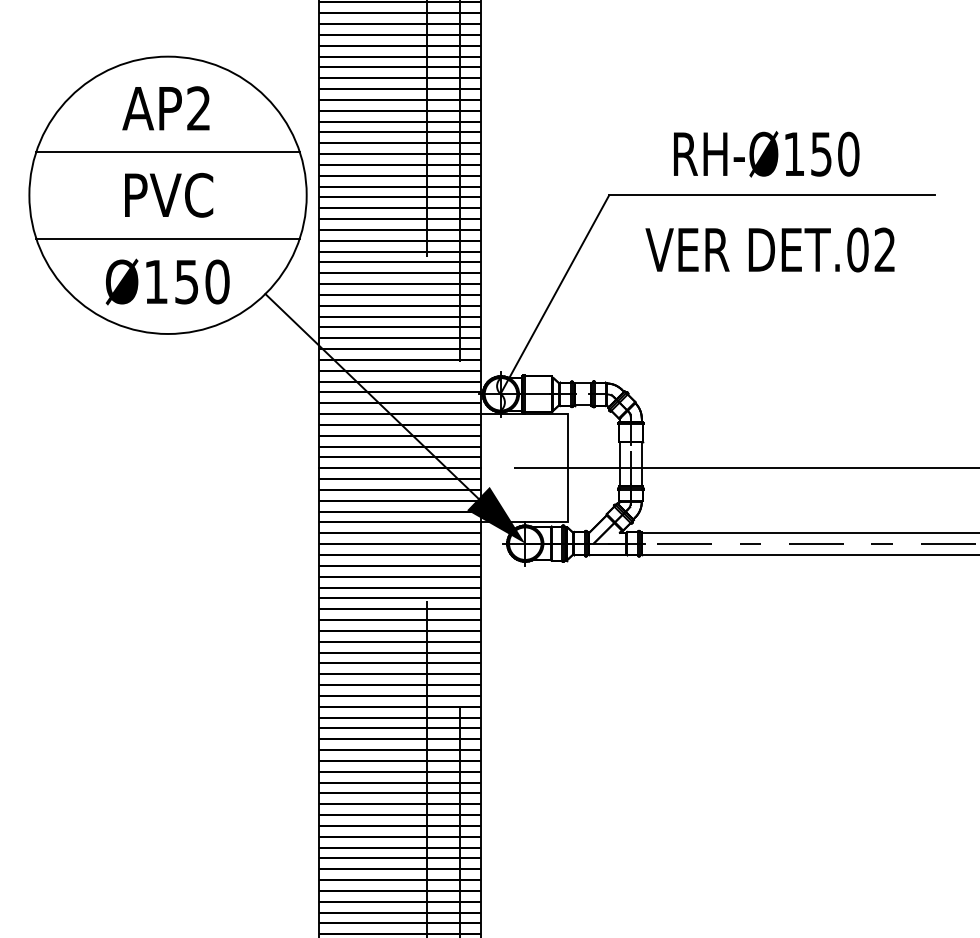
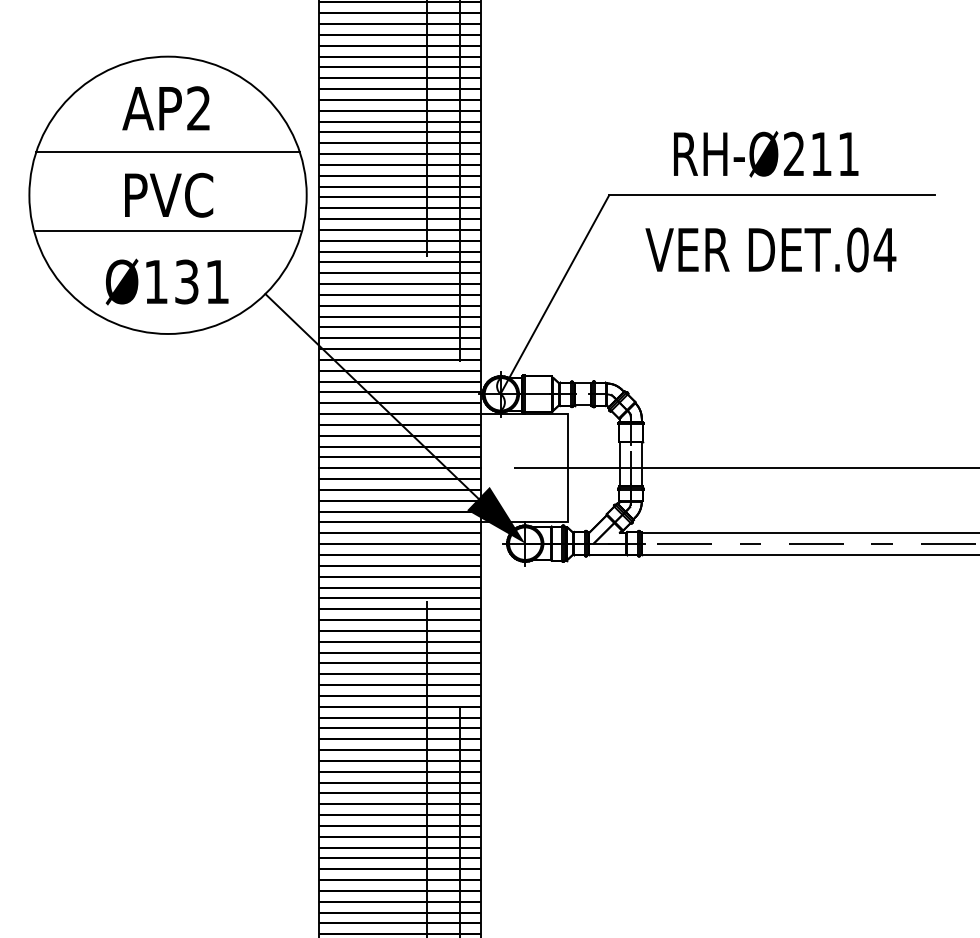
text at (821, 153): RH-Ø150 -> RH-Ø211
line at (167, 238) position: (167, 238) -> (167, 230)
text at (884, 249): DET.02 -> DET.04
text at (202, 281): Ø150 -> Ø131
